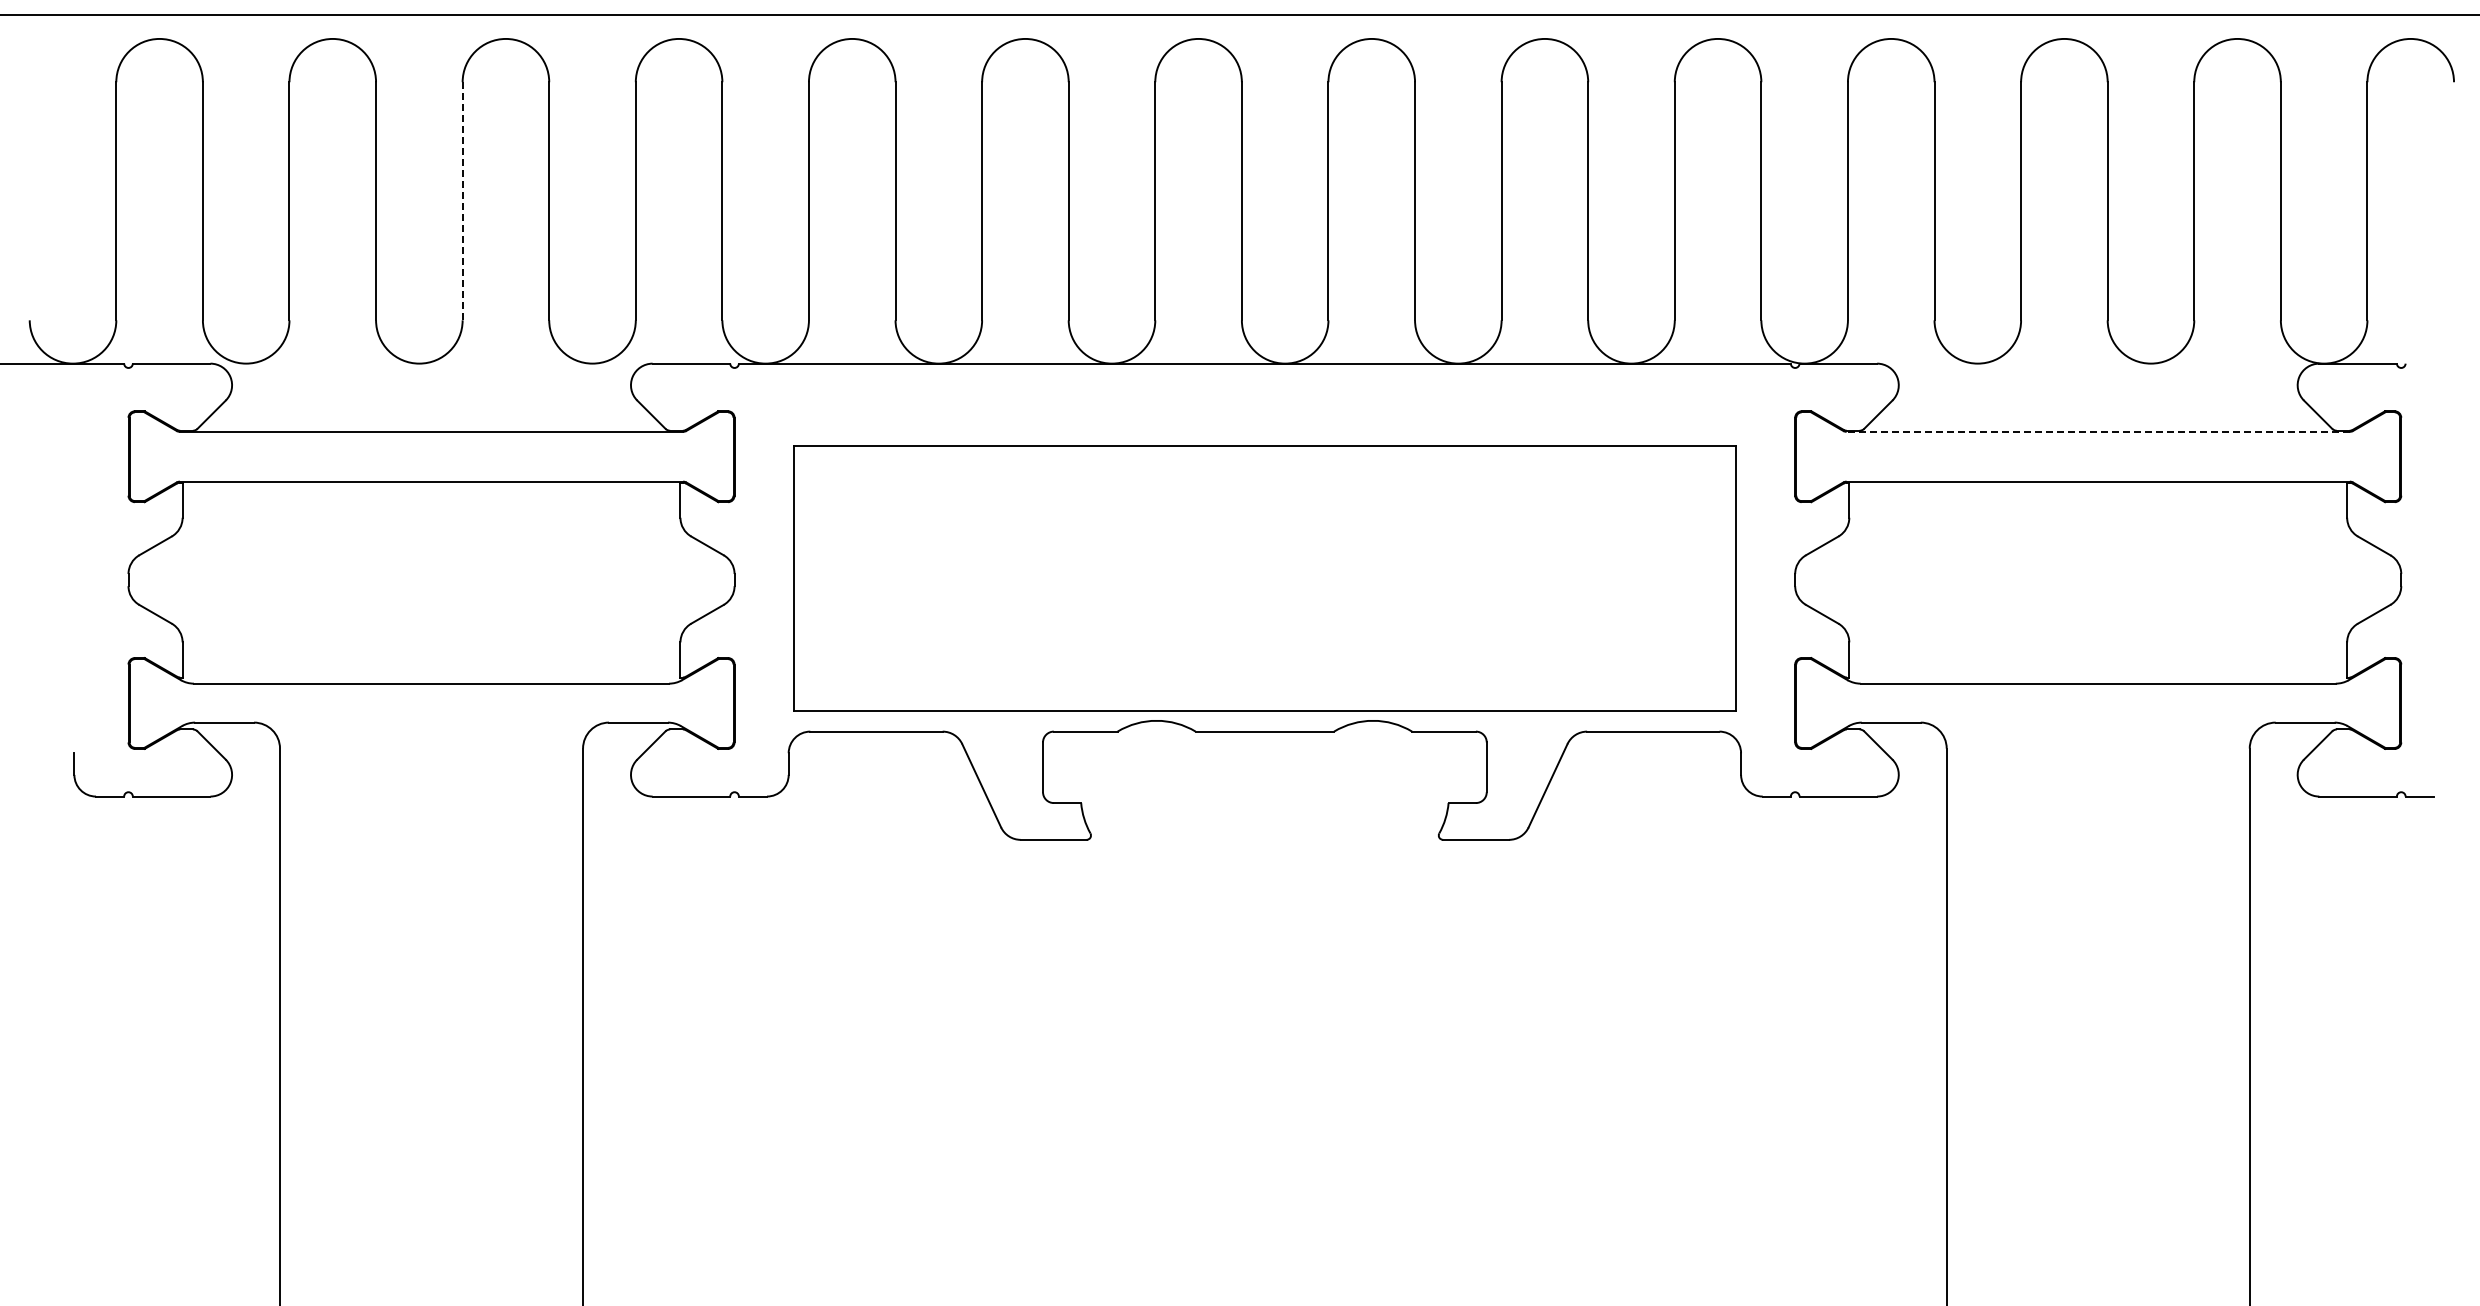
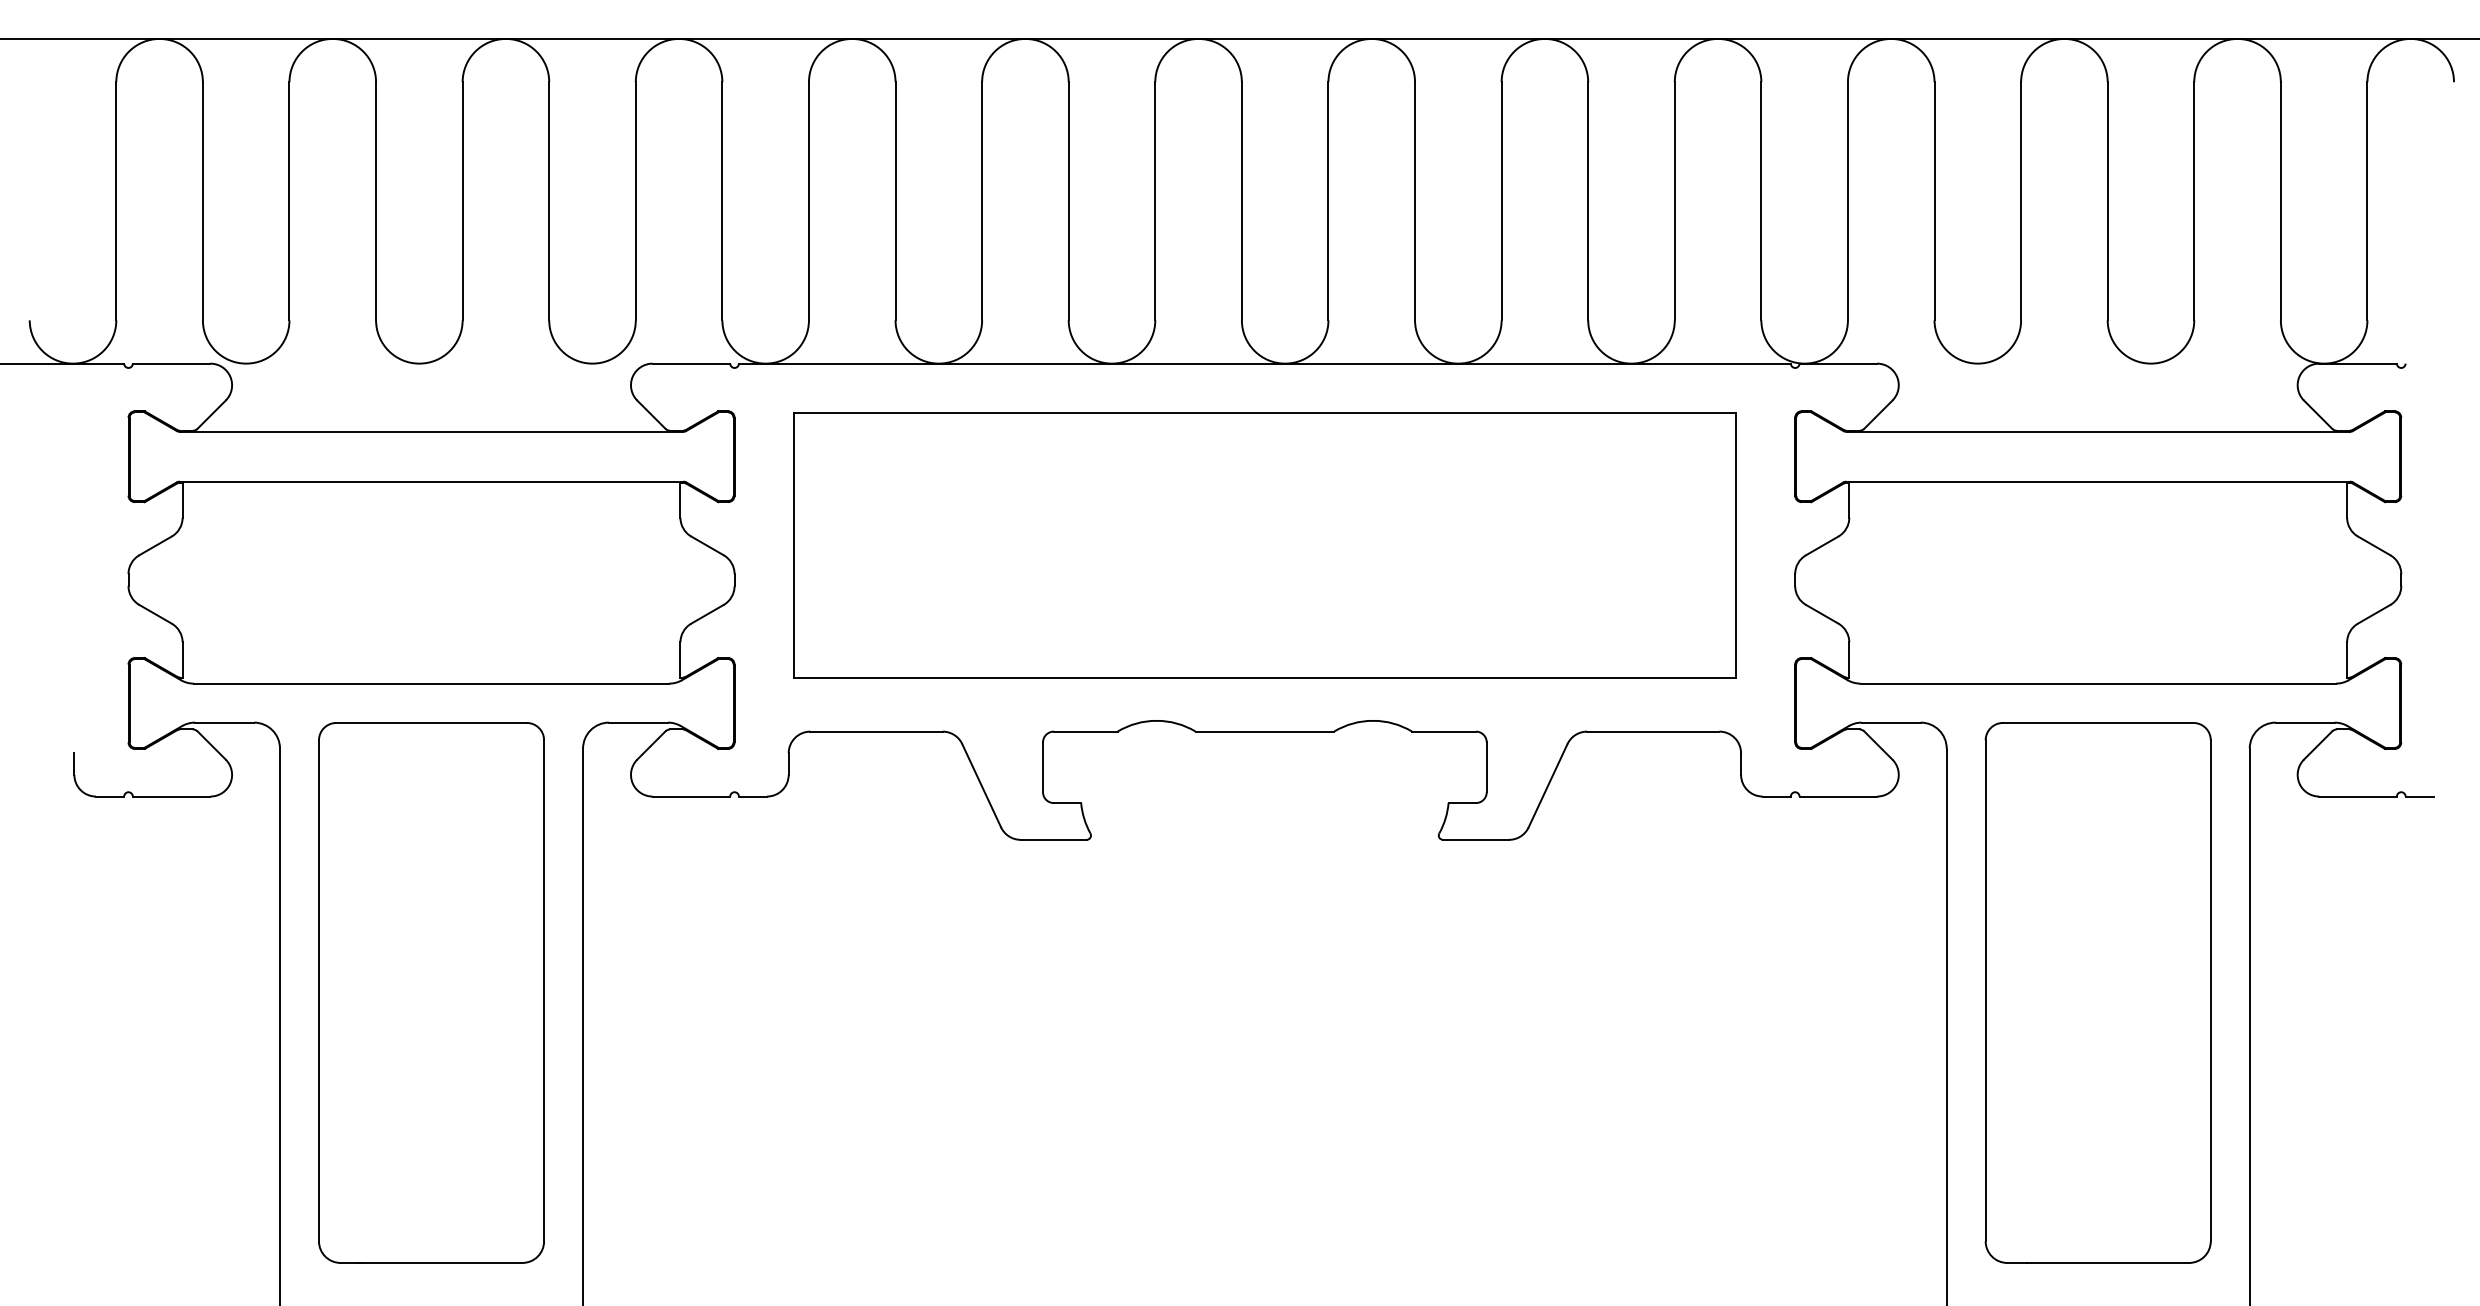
line at (1239, 14) position: (1239, 14) -> (1239, 38)
line at (462, 200): dashed -> solid
line at (2098, 431): dashed -> solid
part at (1264, 578) position: (1264, 578) -> (1264, 545)
part at (431, 992): none -> present
part at (2097, 992): none -> present
